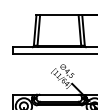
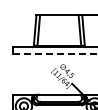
line at (55, 54): solid -> dashed
